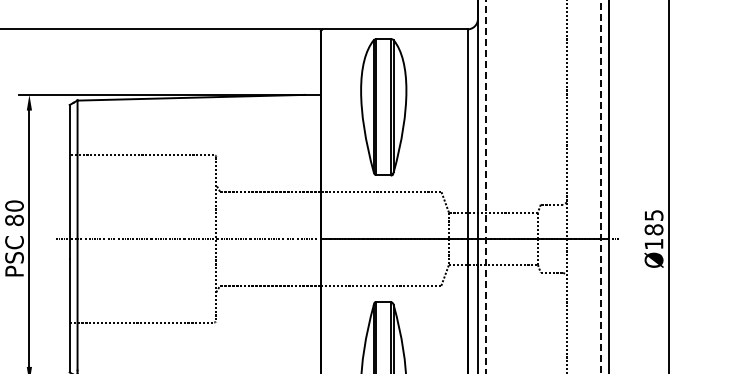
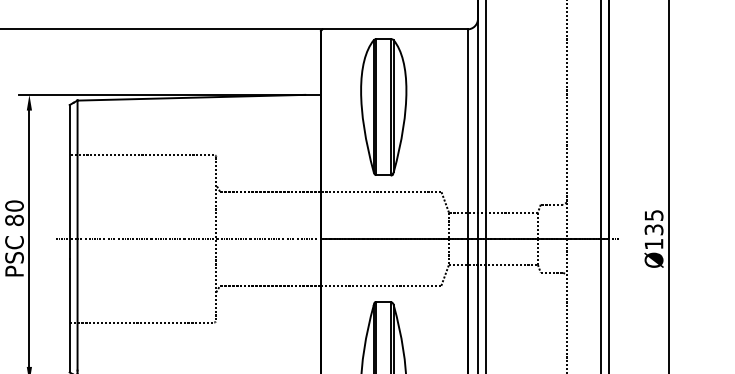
line at (600, 186): dashed -> solid
line at (485, 187): dashed -> solid
text at (653, 229): Ø185 -> Ø135
